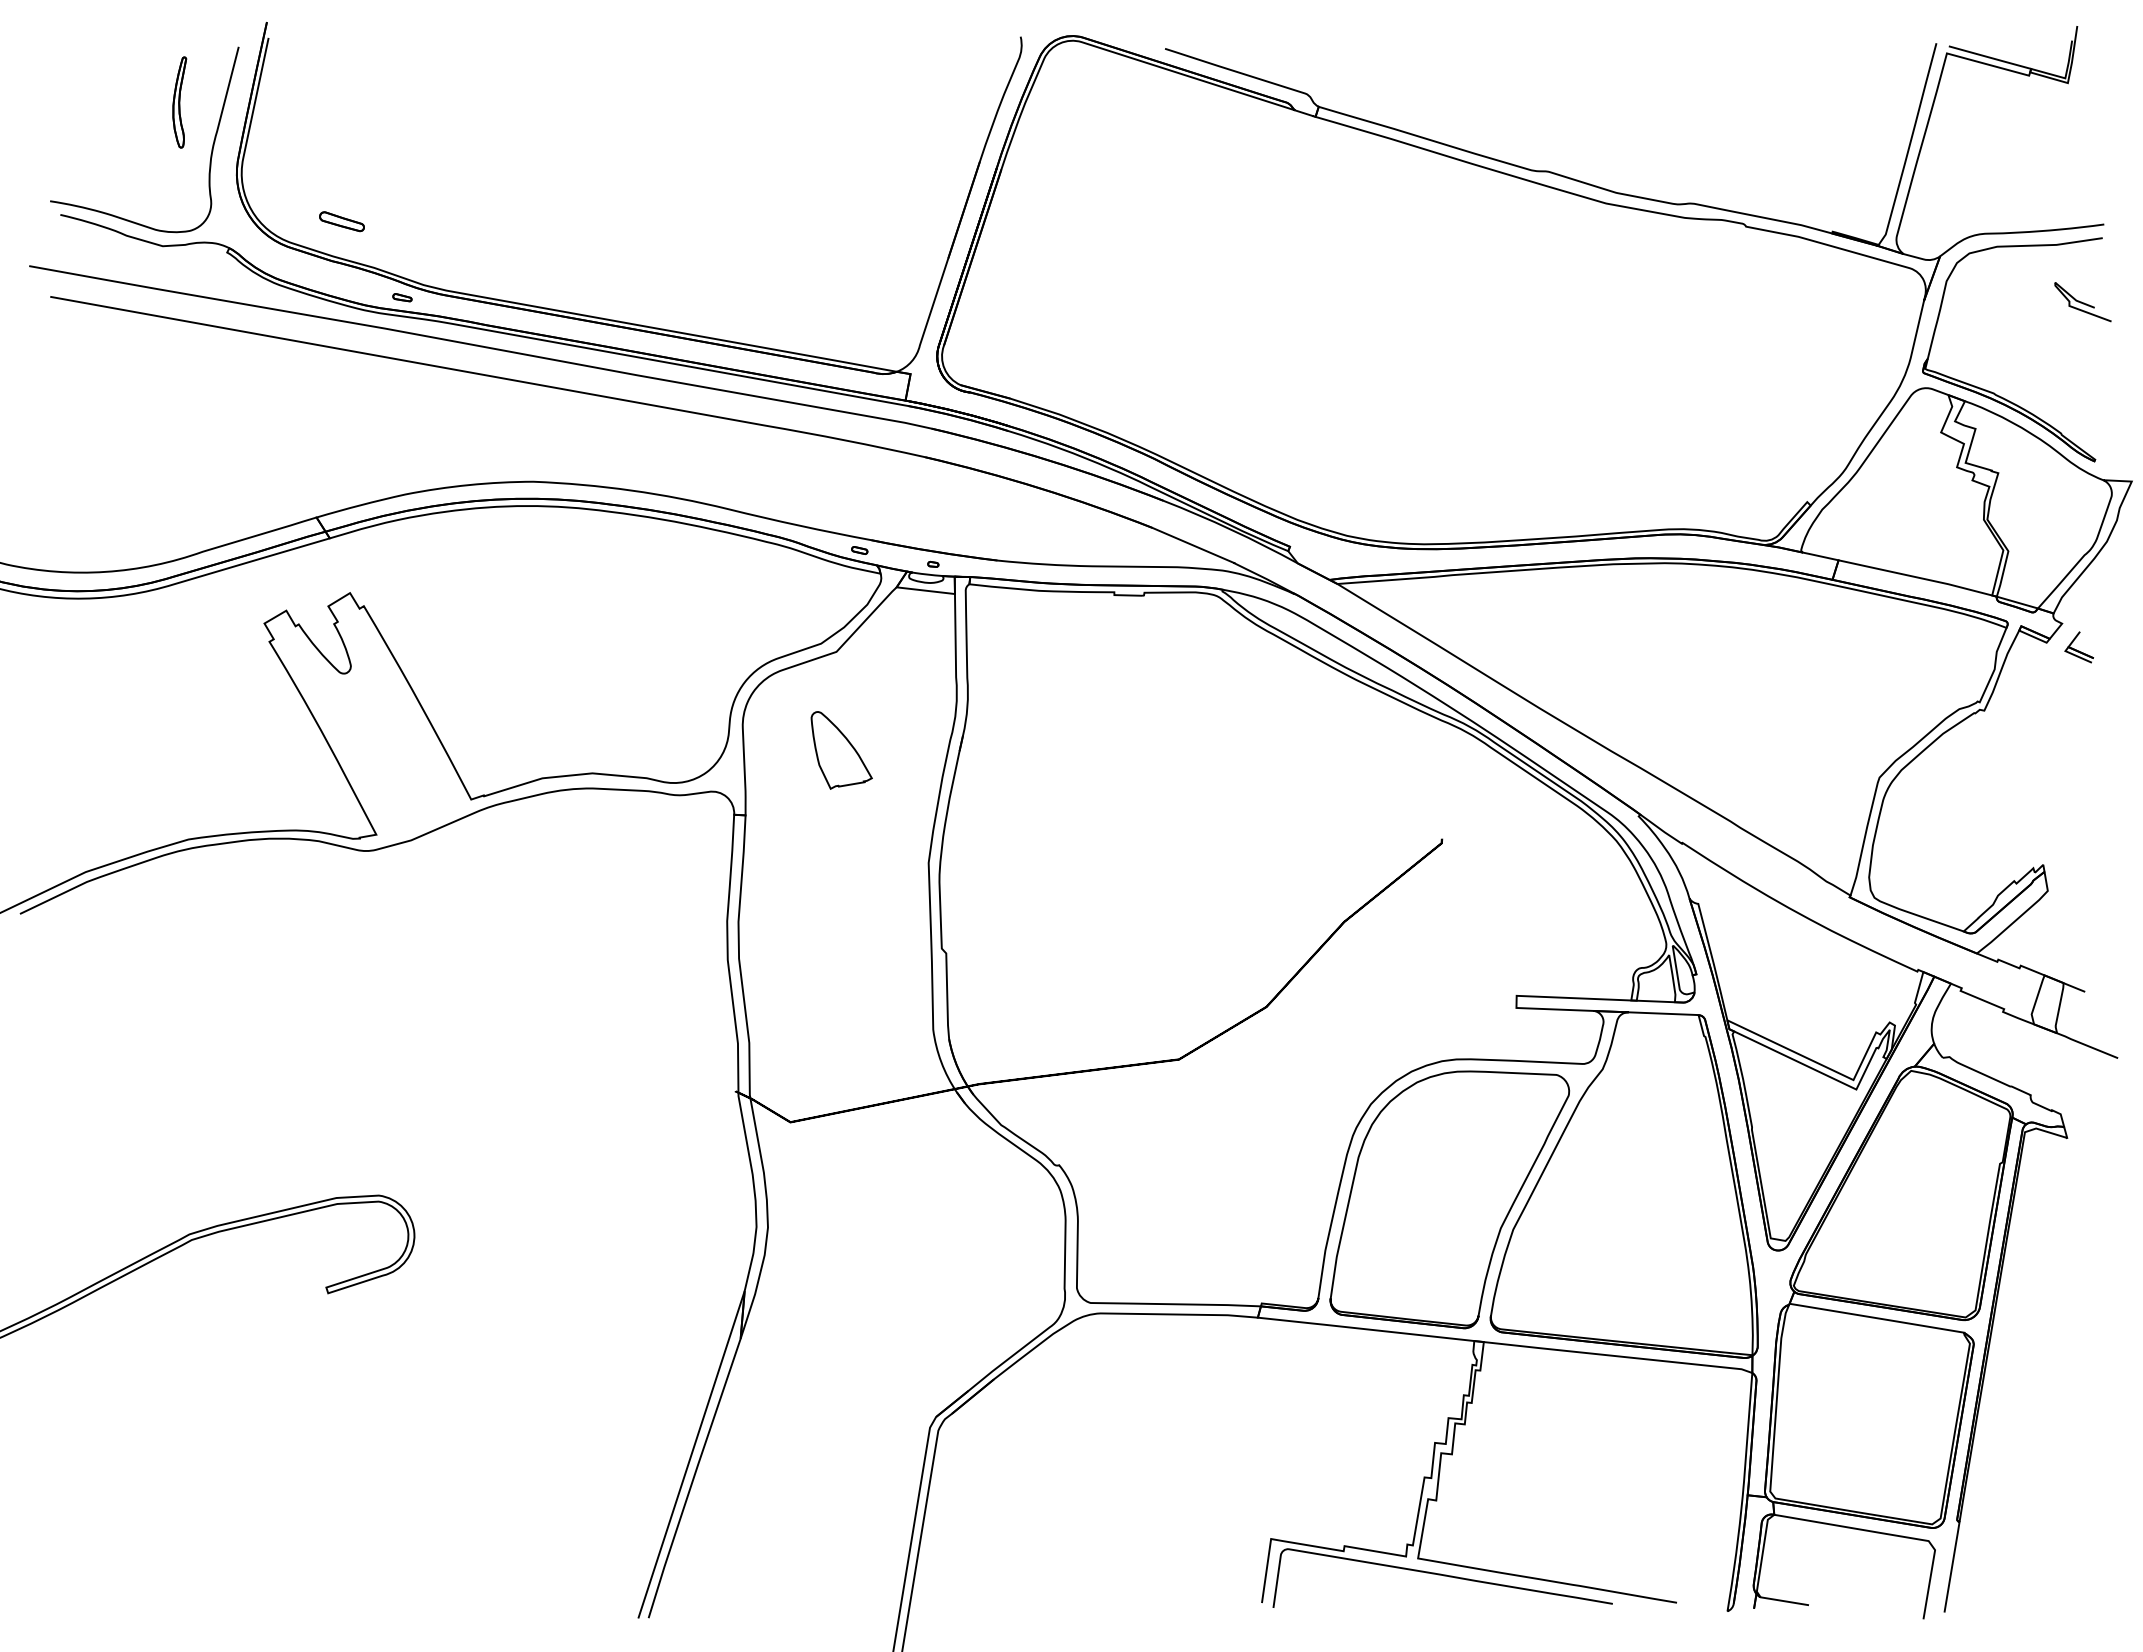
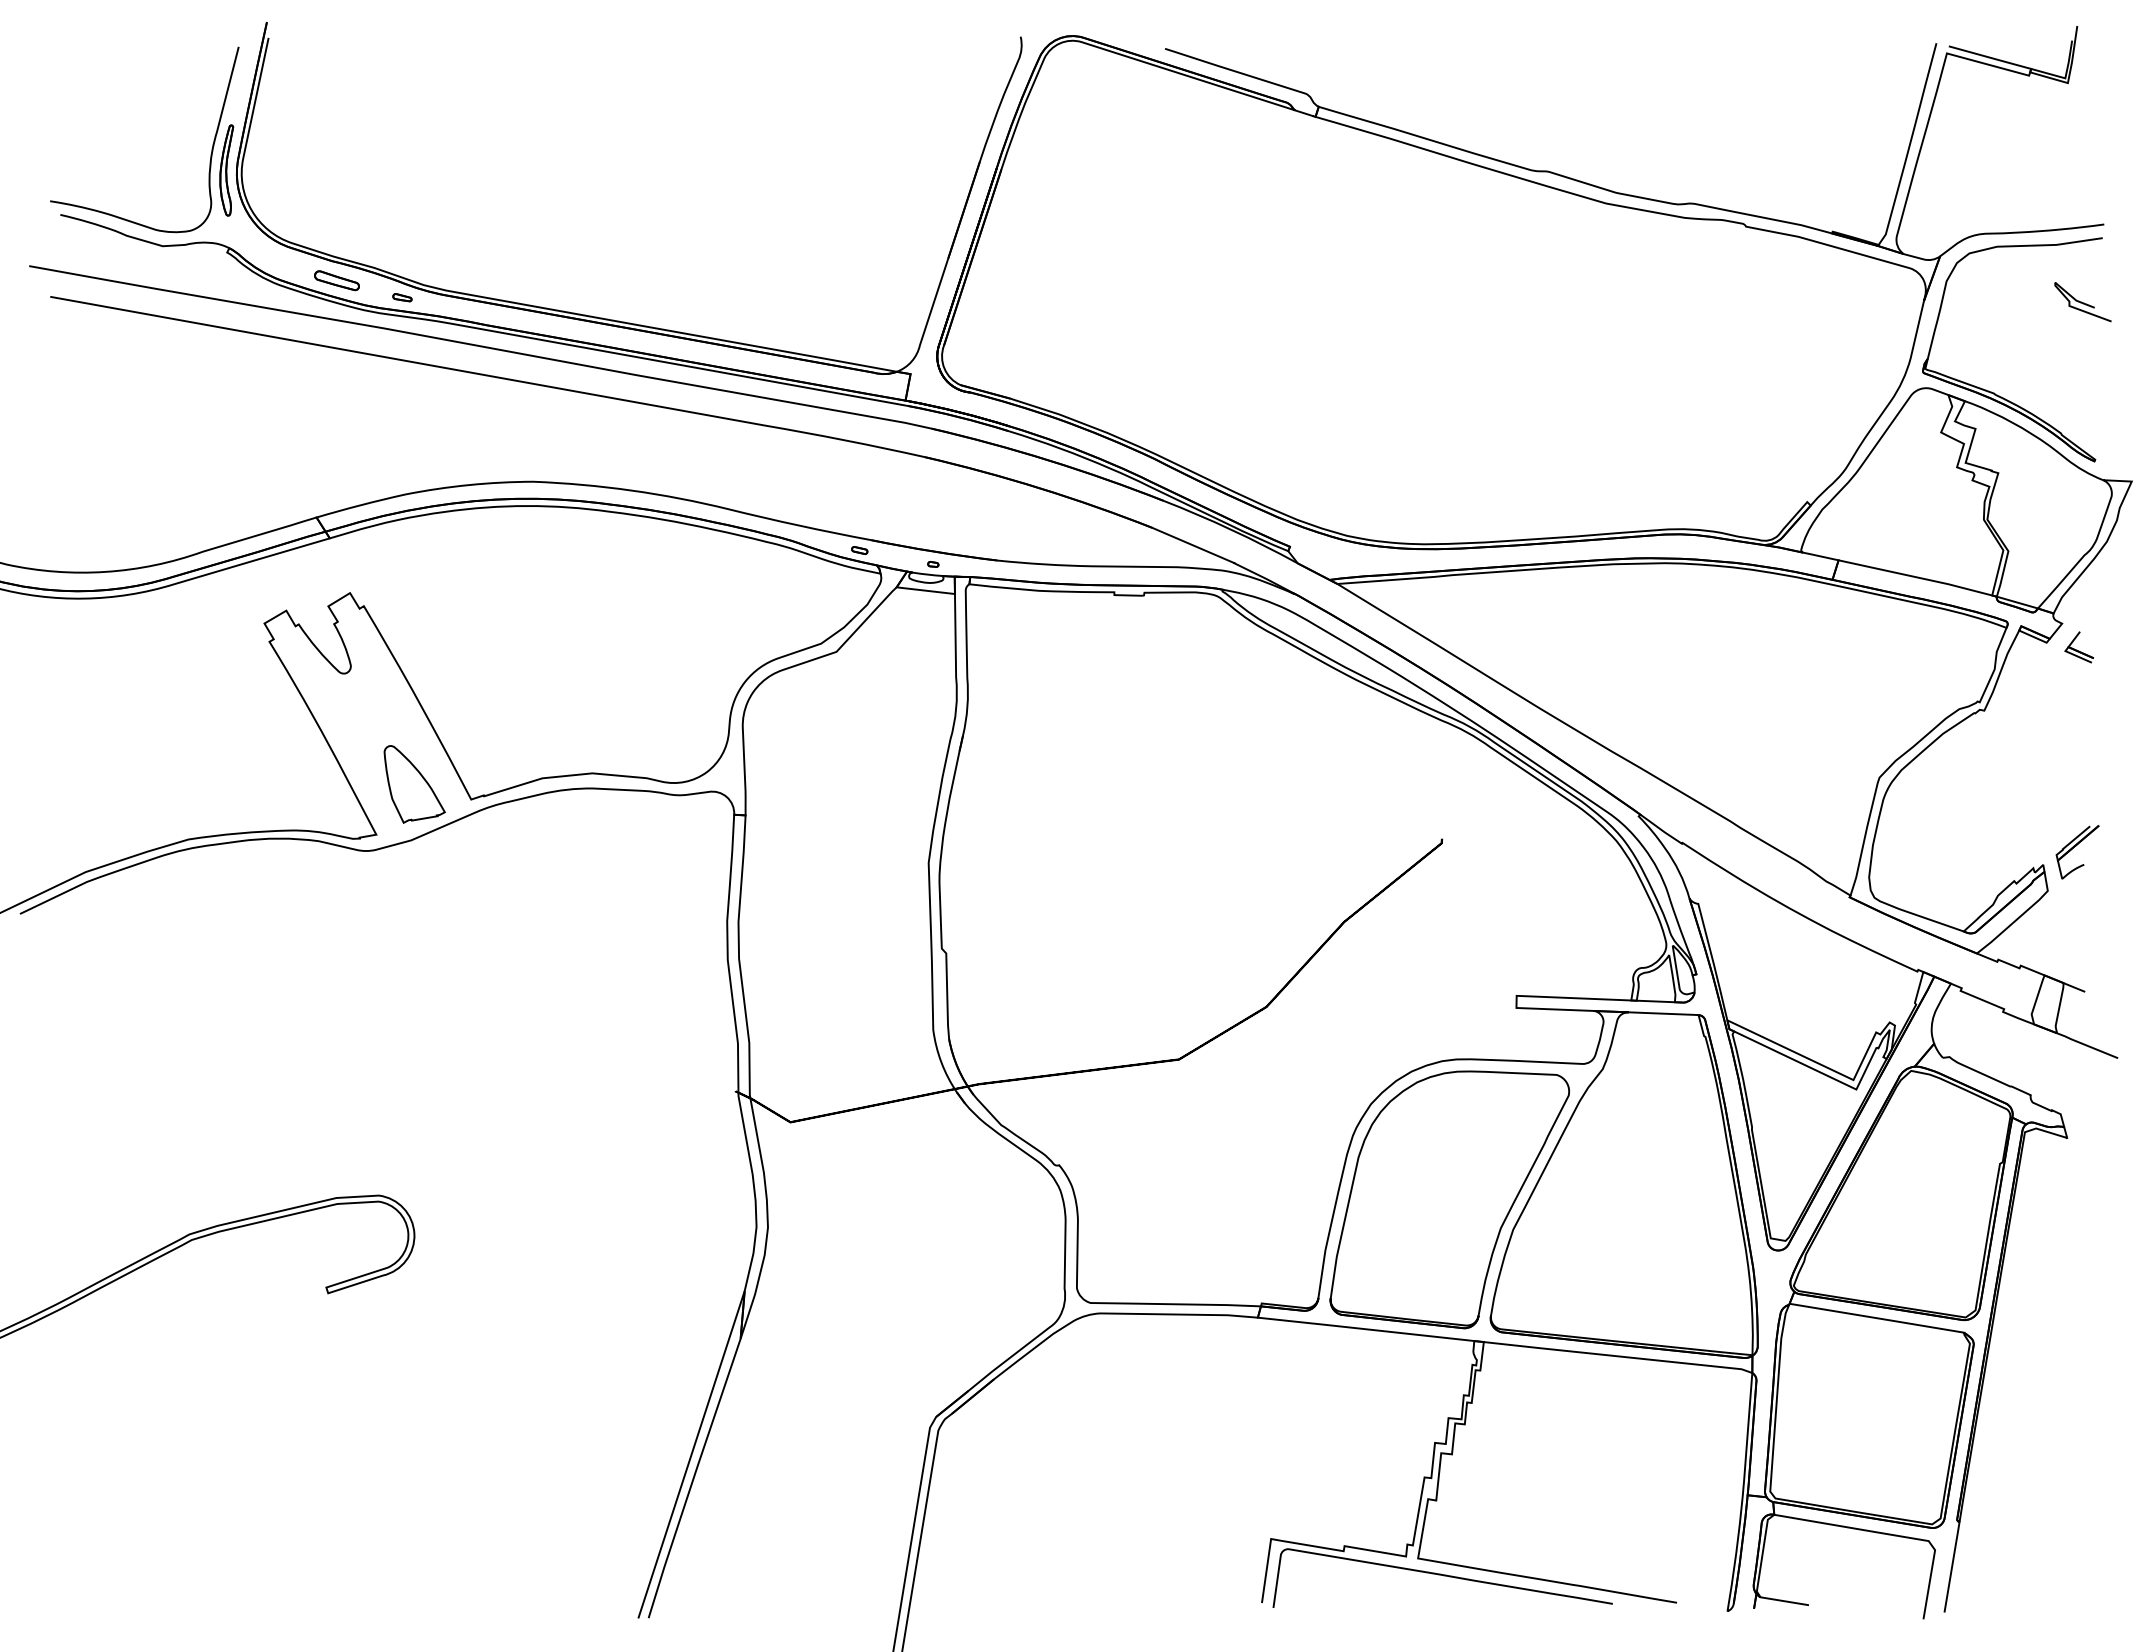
part at (179, 102) position: (179, 102) -> (226, 170)
part at (341, 221) position: (341, 221) -> (336, 280)
part at (841, 750) position: (841, 750) -> (414, 784)
part at (2077, 852): none -> present
